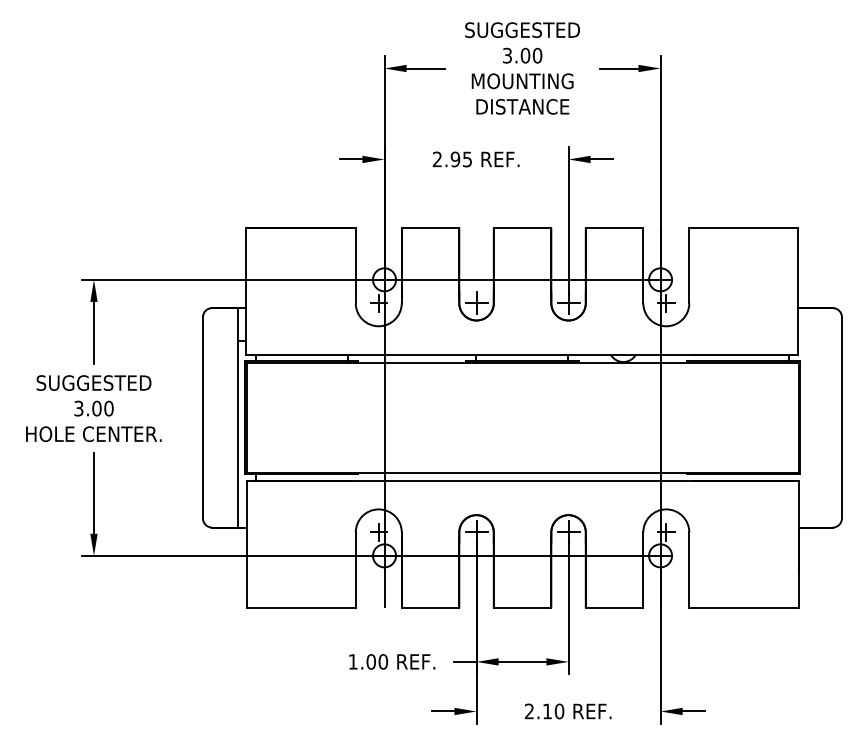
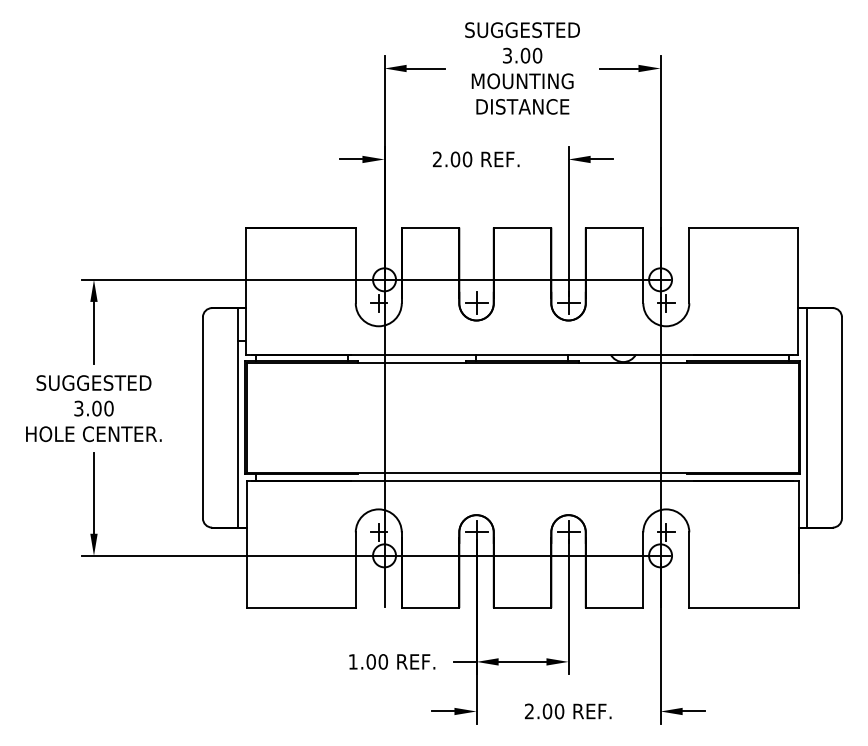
text at (461, 159): 2.95 -> 2.00
line at (806, 417): none -> present
text at (547, 711): 2.10 -> 2.00
